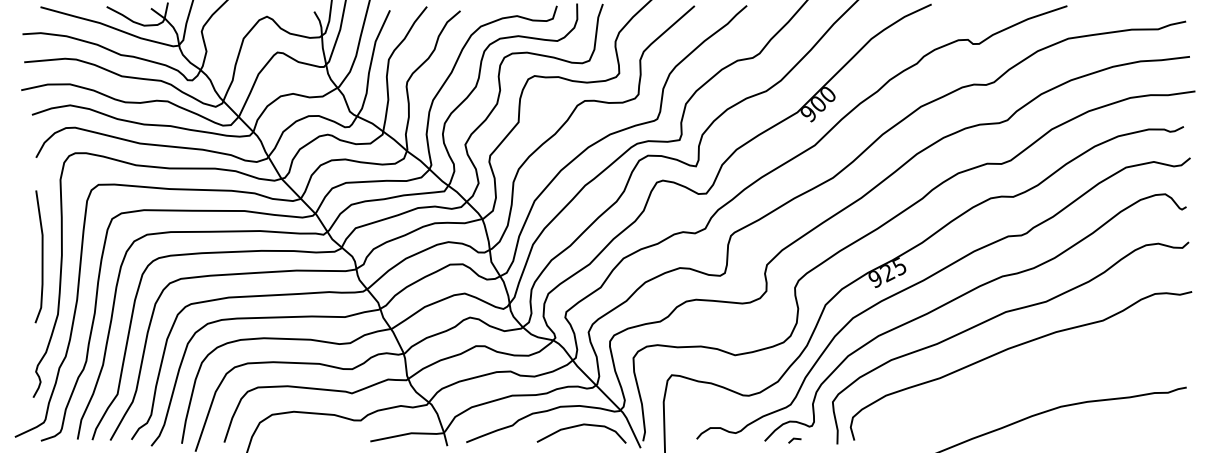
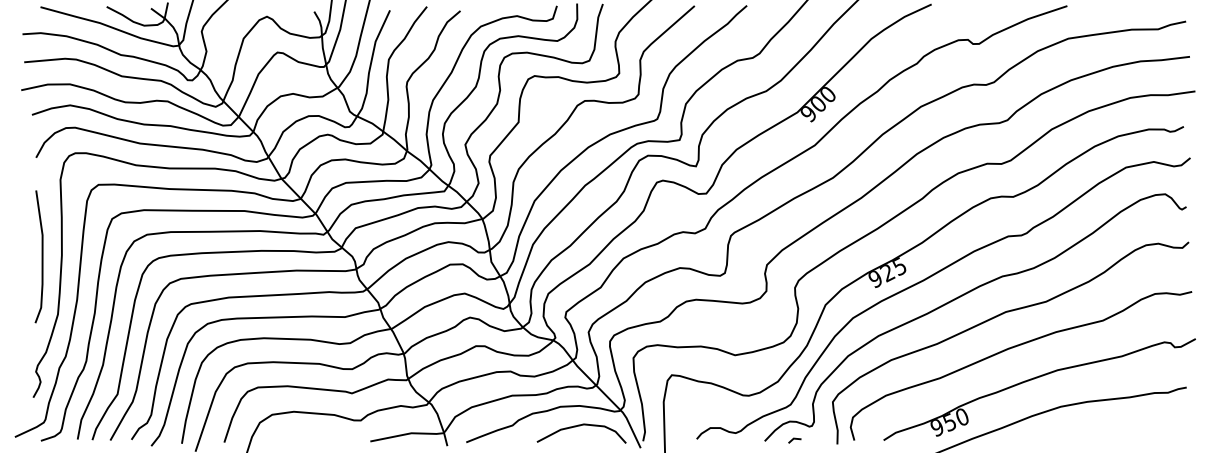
part at (1037, 378): none -> present
